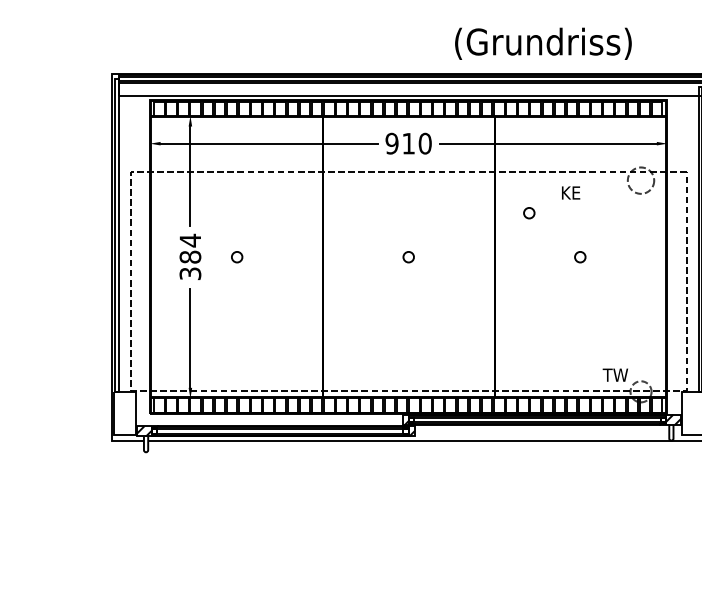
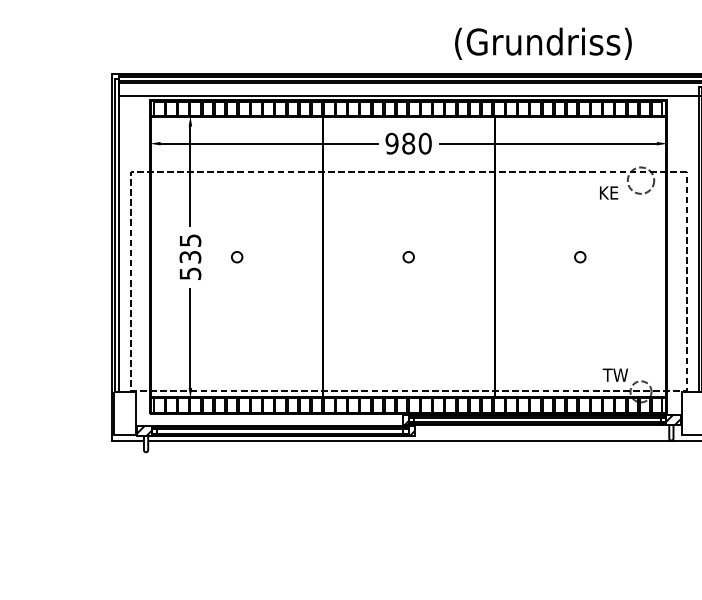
text at (408, 143): 910 -> 980
text at (571, 192) position: (571, 192) -> (609, 192)
circle at (529, 213): present -> none
text at (190, 256): 384 -> 535
